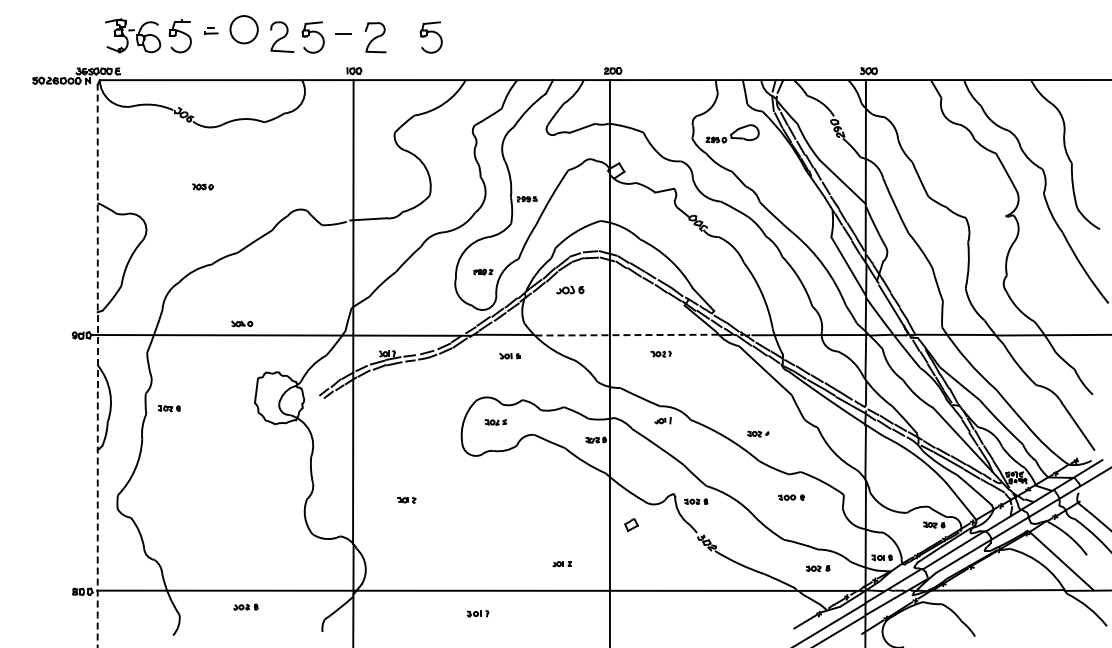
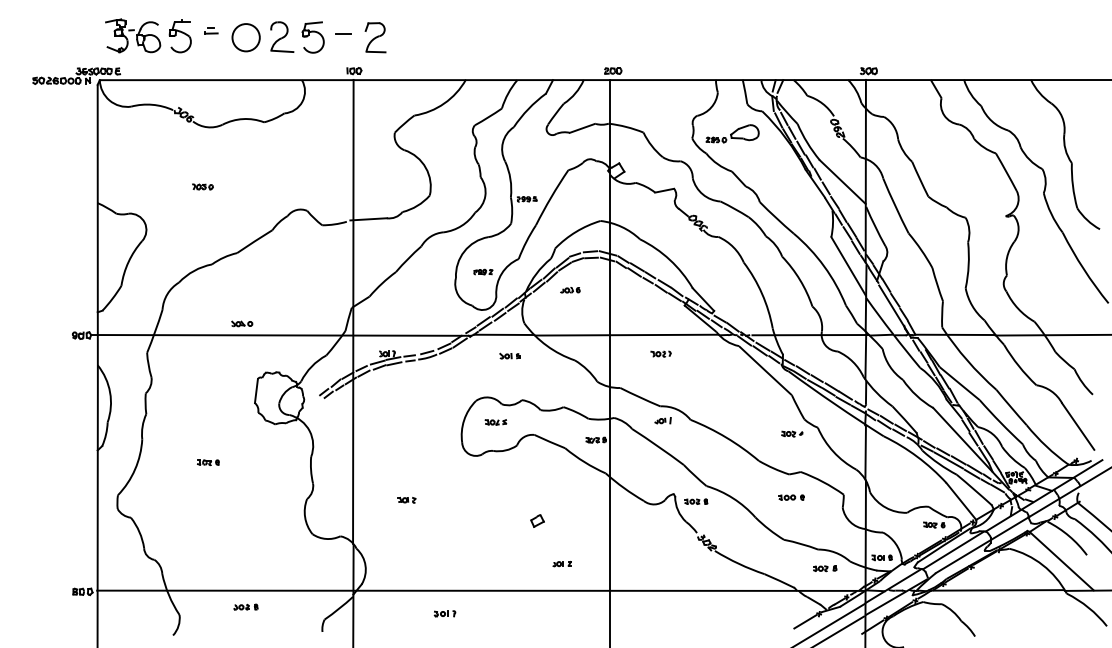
circle at (243, 29) position: (243, 29) -> (245, 37)
part at (430, 37): present -> none
part at (570, 289) size: 29x10 px -> 21x7 px
line at (627, 335): dashed -> solid
arc at (97, 366): dashed -> solid
part at (169, 408) position: (169, 408) -> (208, 462)
part at (758, 433) position: (758, 433) -> (792, 433)
part at (631, 524) position: (631, 524) -> (537, 520)
part at (818, 568) position: (818, 568) -> (825, 568)
part at (477, 613) position: (477, 613) -> (444, 613)
